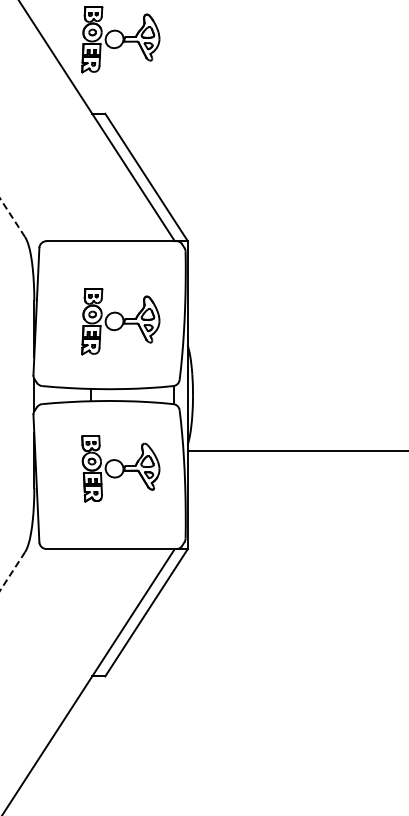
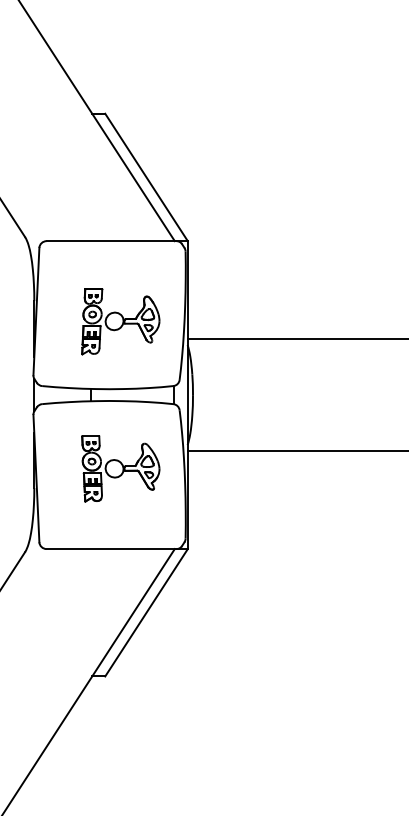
part at (120, 39): present -> none
line at (12, 217): dashed -> solid
line at (296, 339): none -> present
line at (12, 571): dashed -> solid
